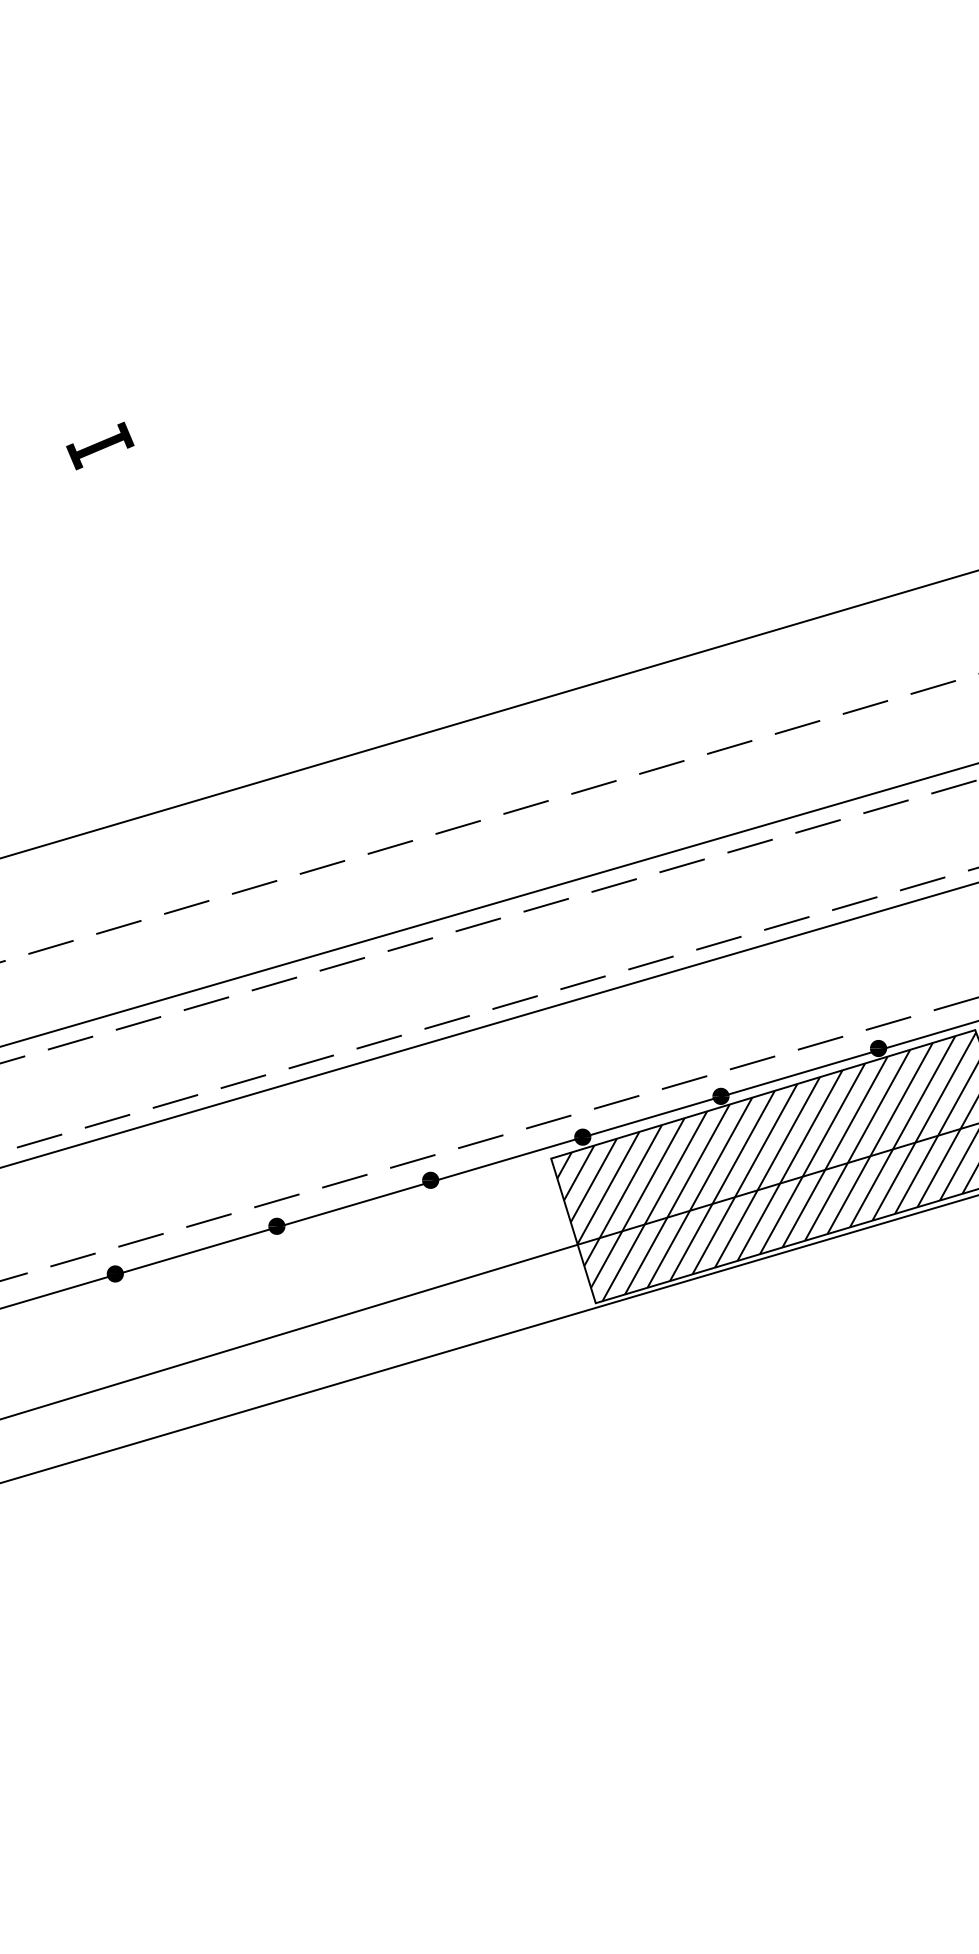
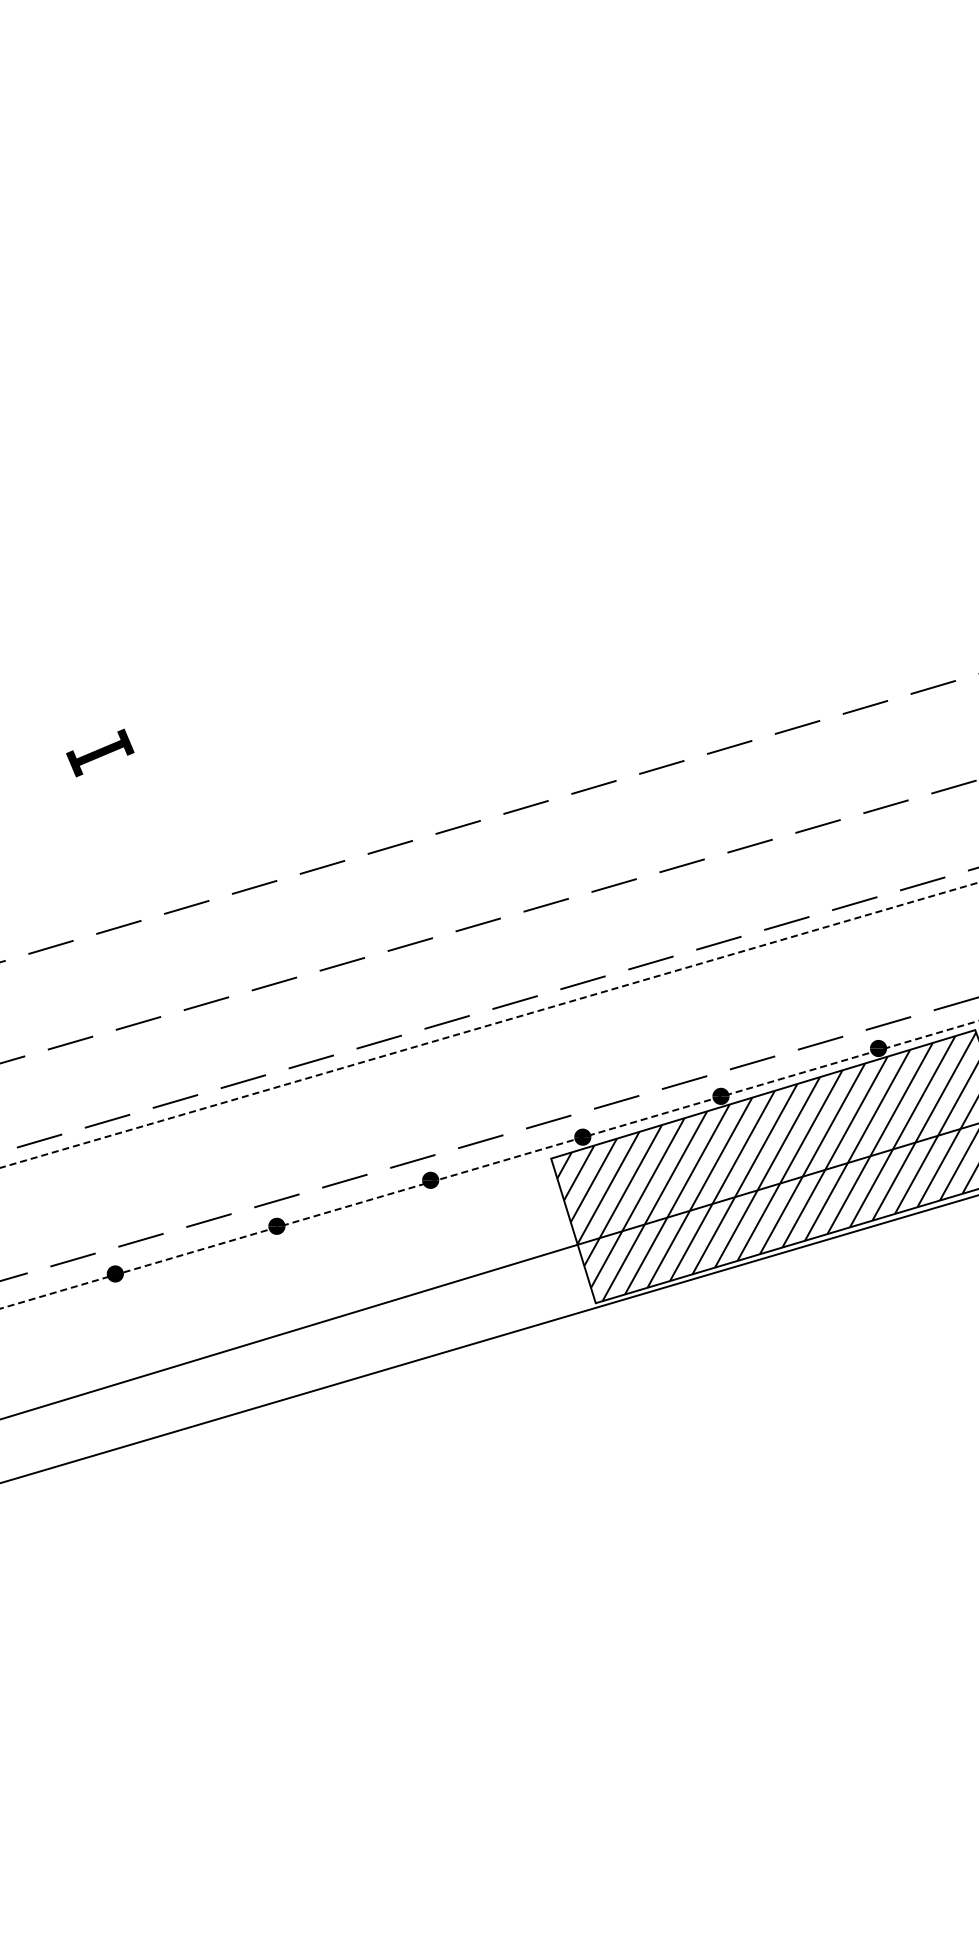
part at (100, 445) position: (100, 445) -> (100, 752)
line at (488, 714): present -> none
line at (488, 905): present -> none
line at (490, 1024): solid -> dashed
line at (490, 1164): solid -> dashed
